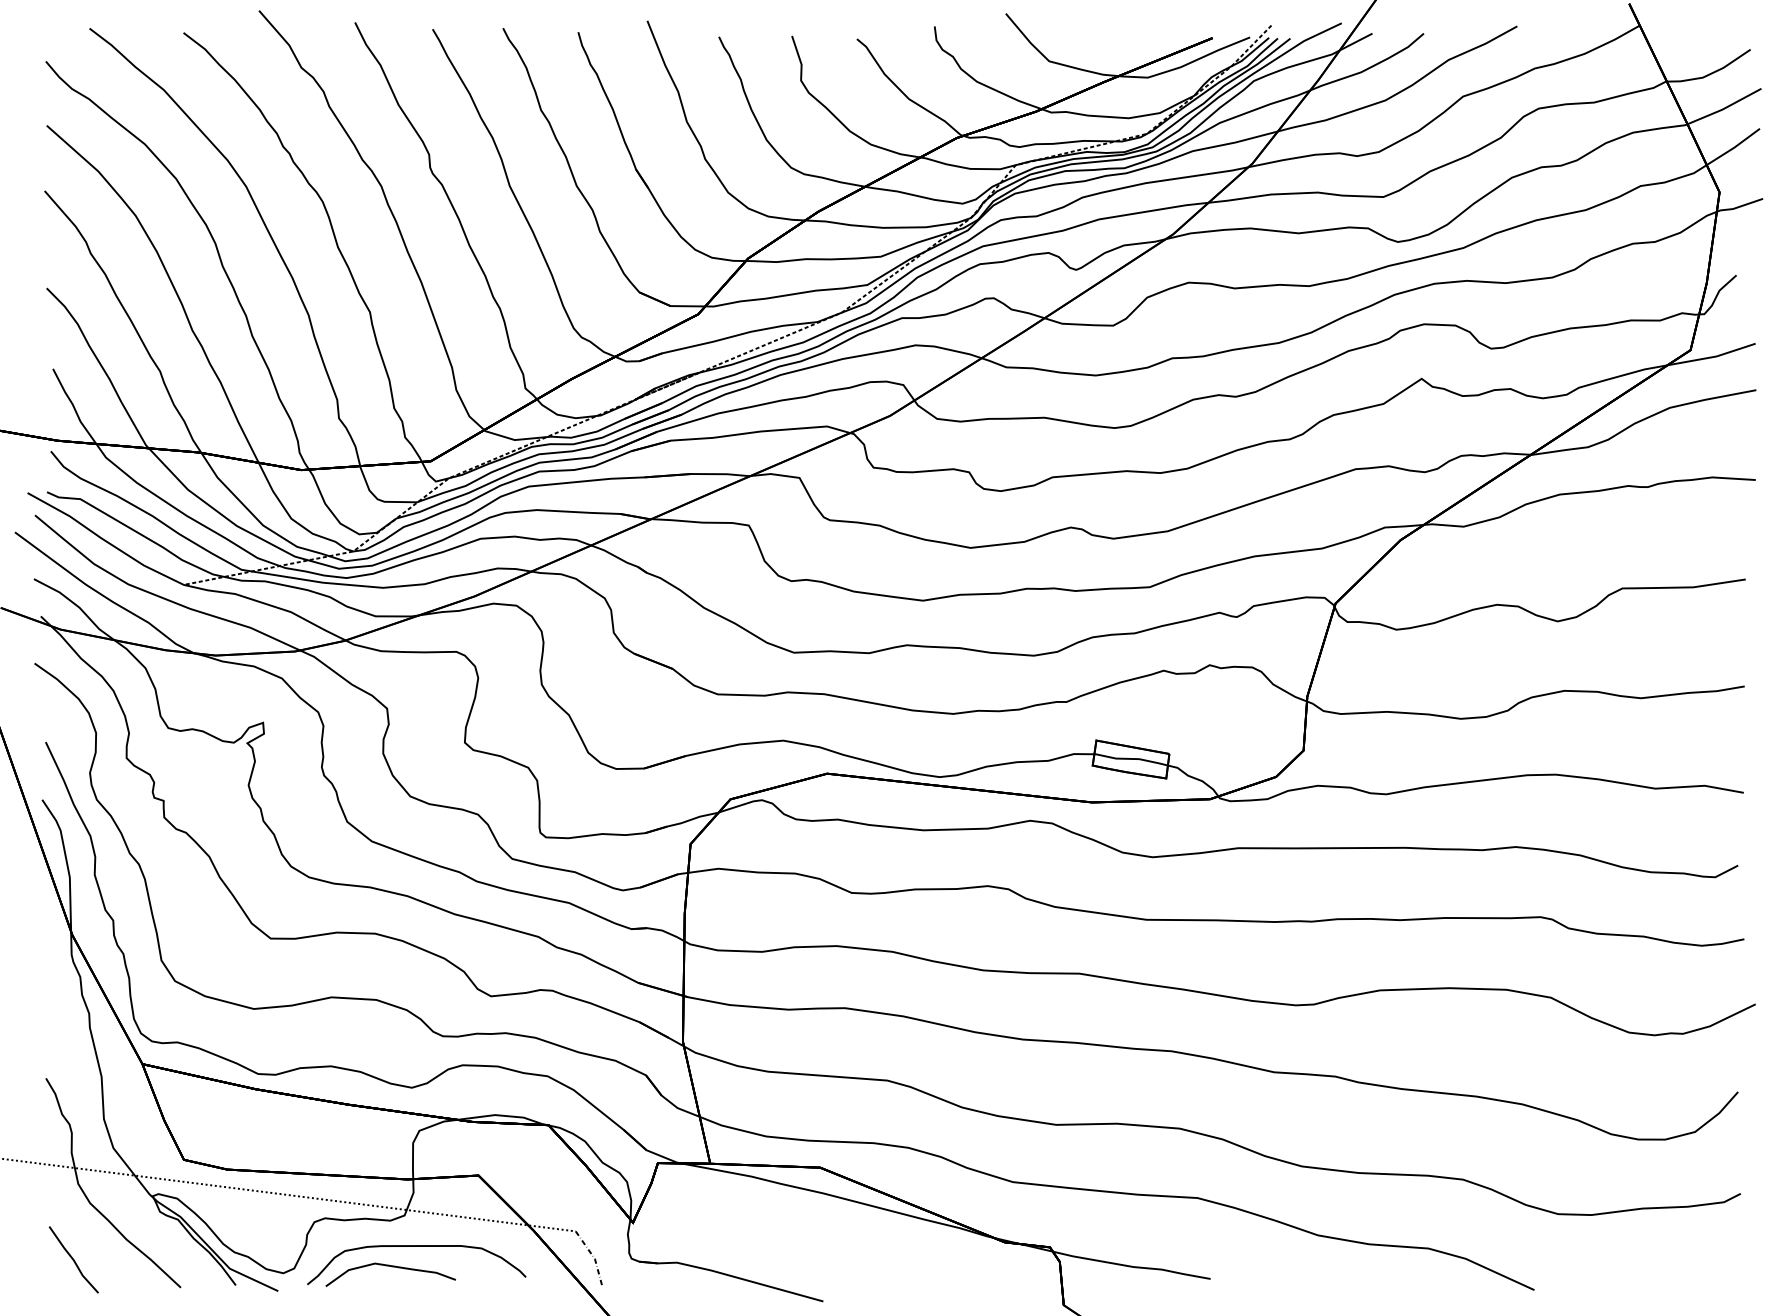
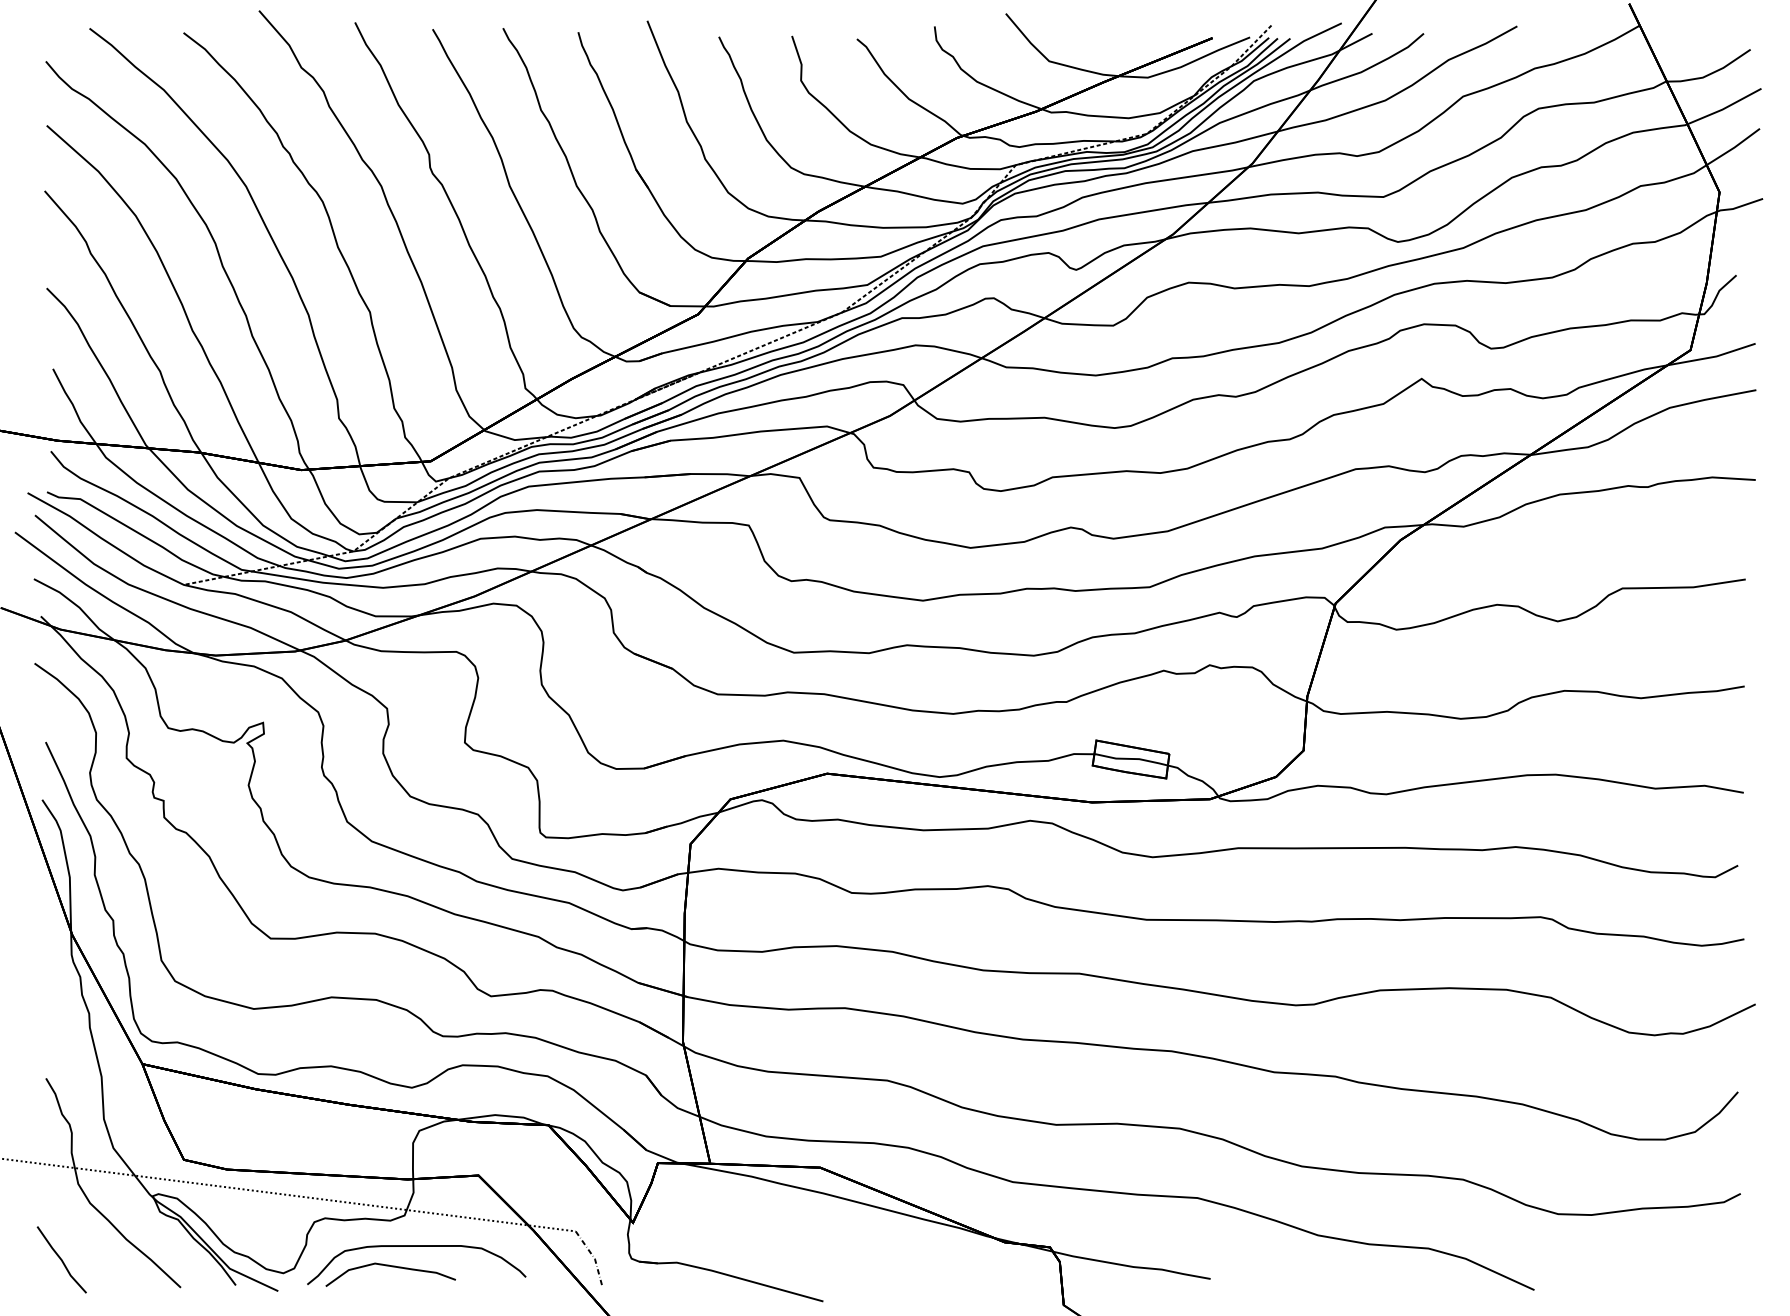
line at (73, 1259) position: (73, 1259) -> (61, 1259)
